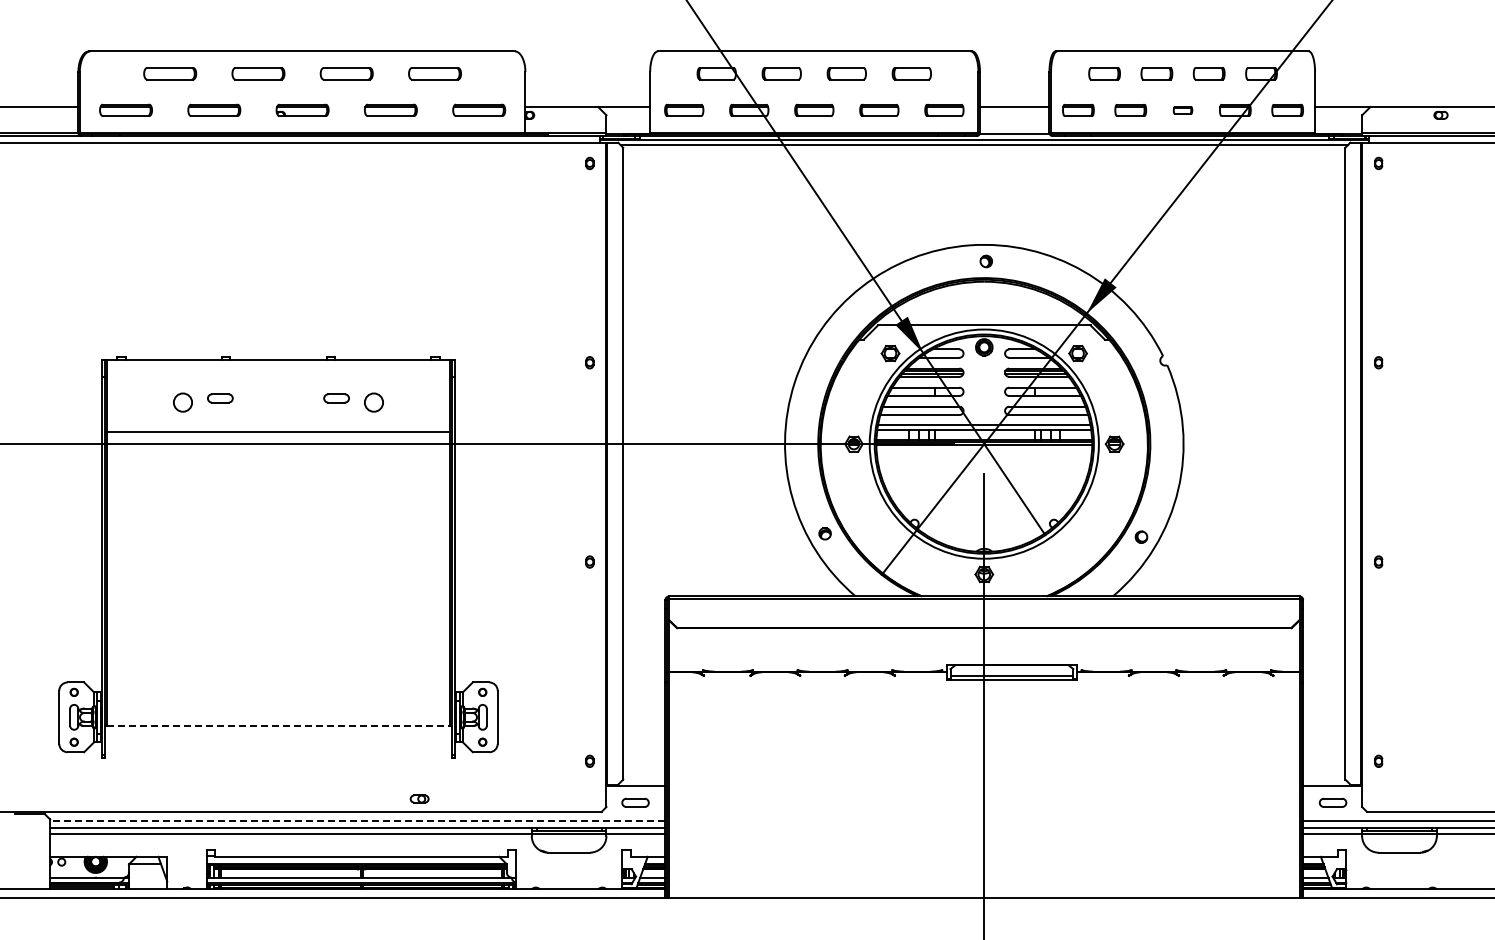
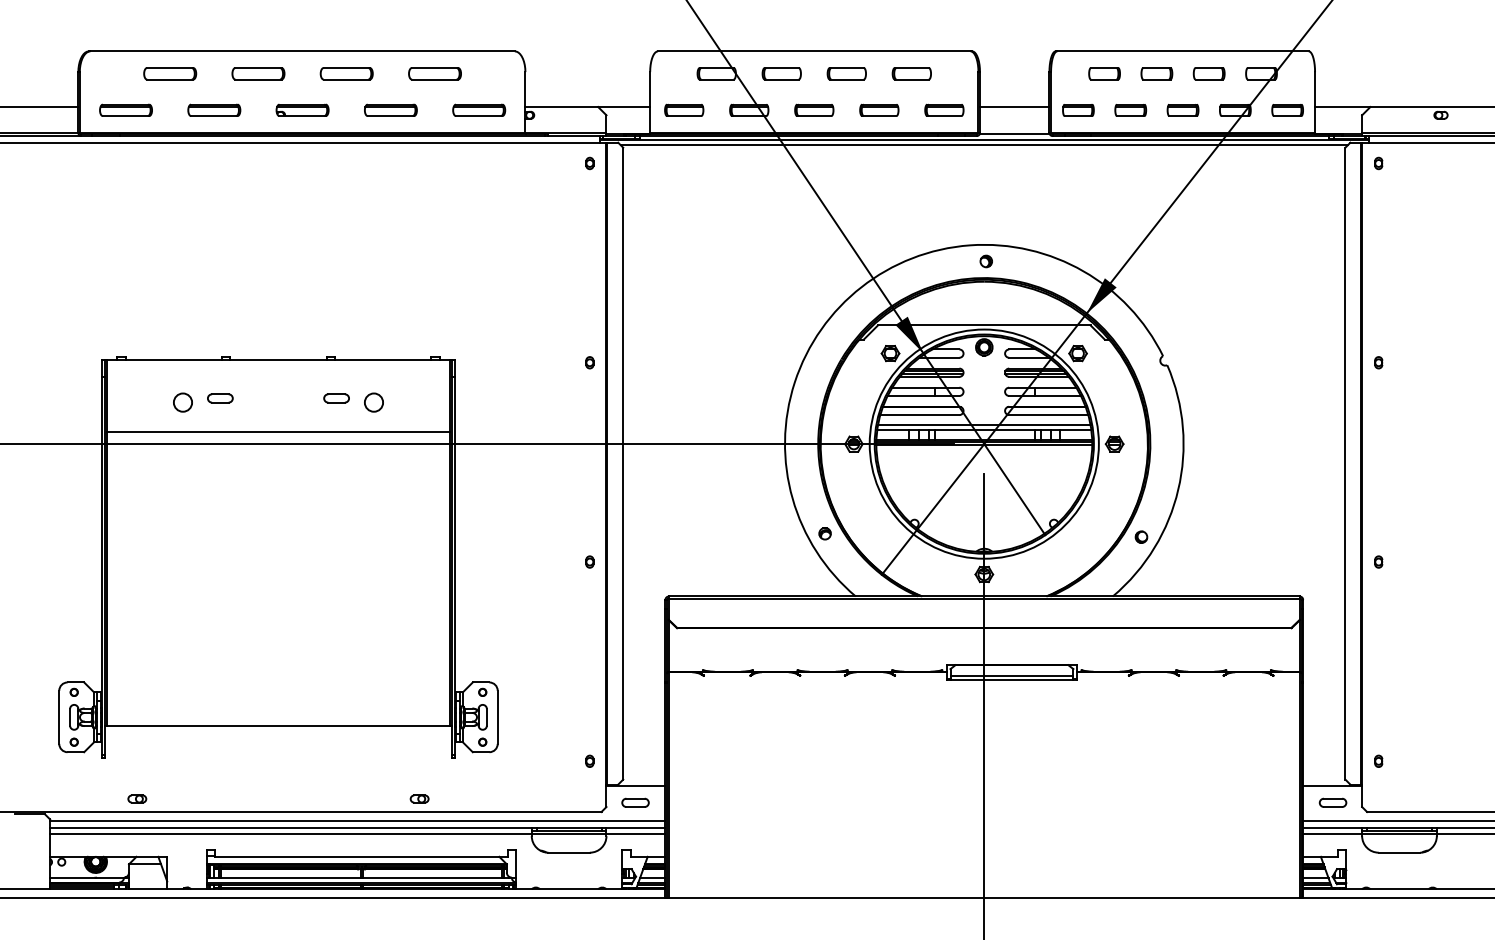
part at (1182, 110) size: 22x9 px -> 34x13 px
line at (278, 725): dashed -> solid
part at (137, 798): none -> present
line at (357, 821): dashed -> solid
